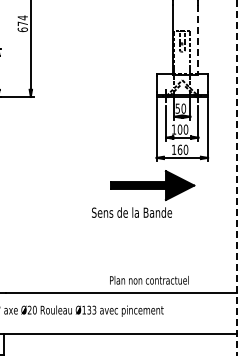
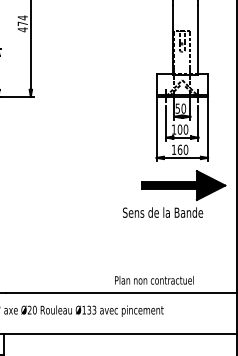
text at (22, 29): 674 -> 474
line at (198, 40): dashed -> solid
line at (236, 177): dashed -> solid
part at (143, 193) position: (143, 193) -> (174, 193)
text at (149, 280) position: (149, 280) -> (154, 280)
